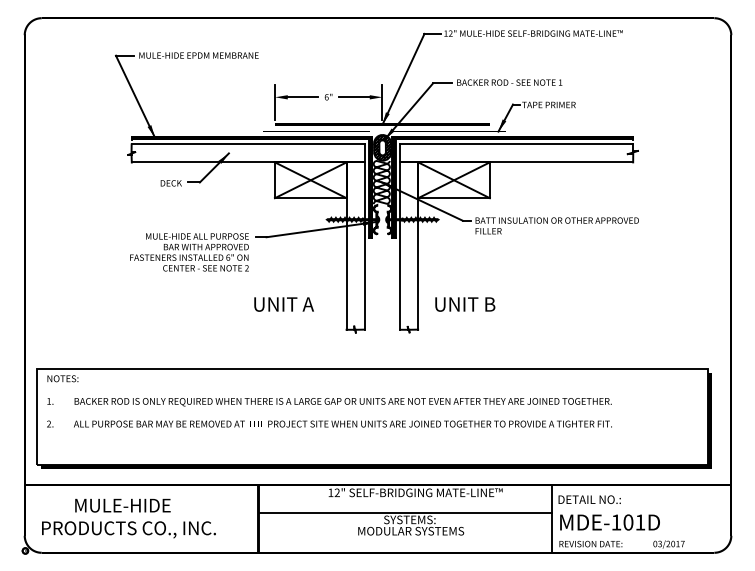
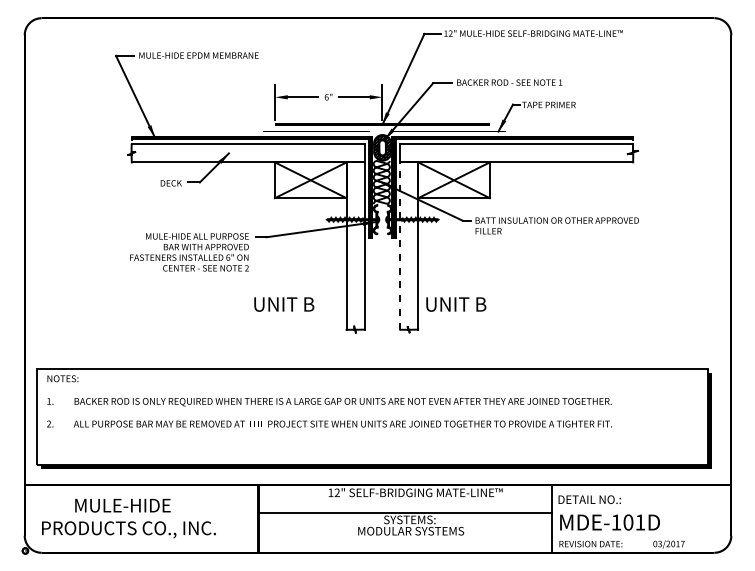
line at (400, 246): solid -> dashed
text at (308, 304): UNIT A -> UNIT B
text at (465, 304) position: (465, 304) -> (456, 304)
